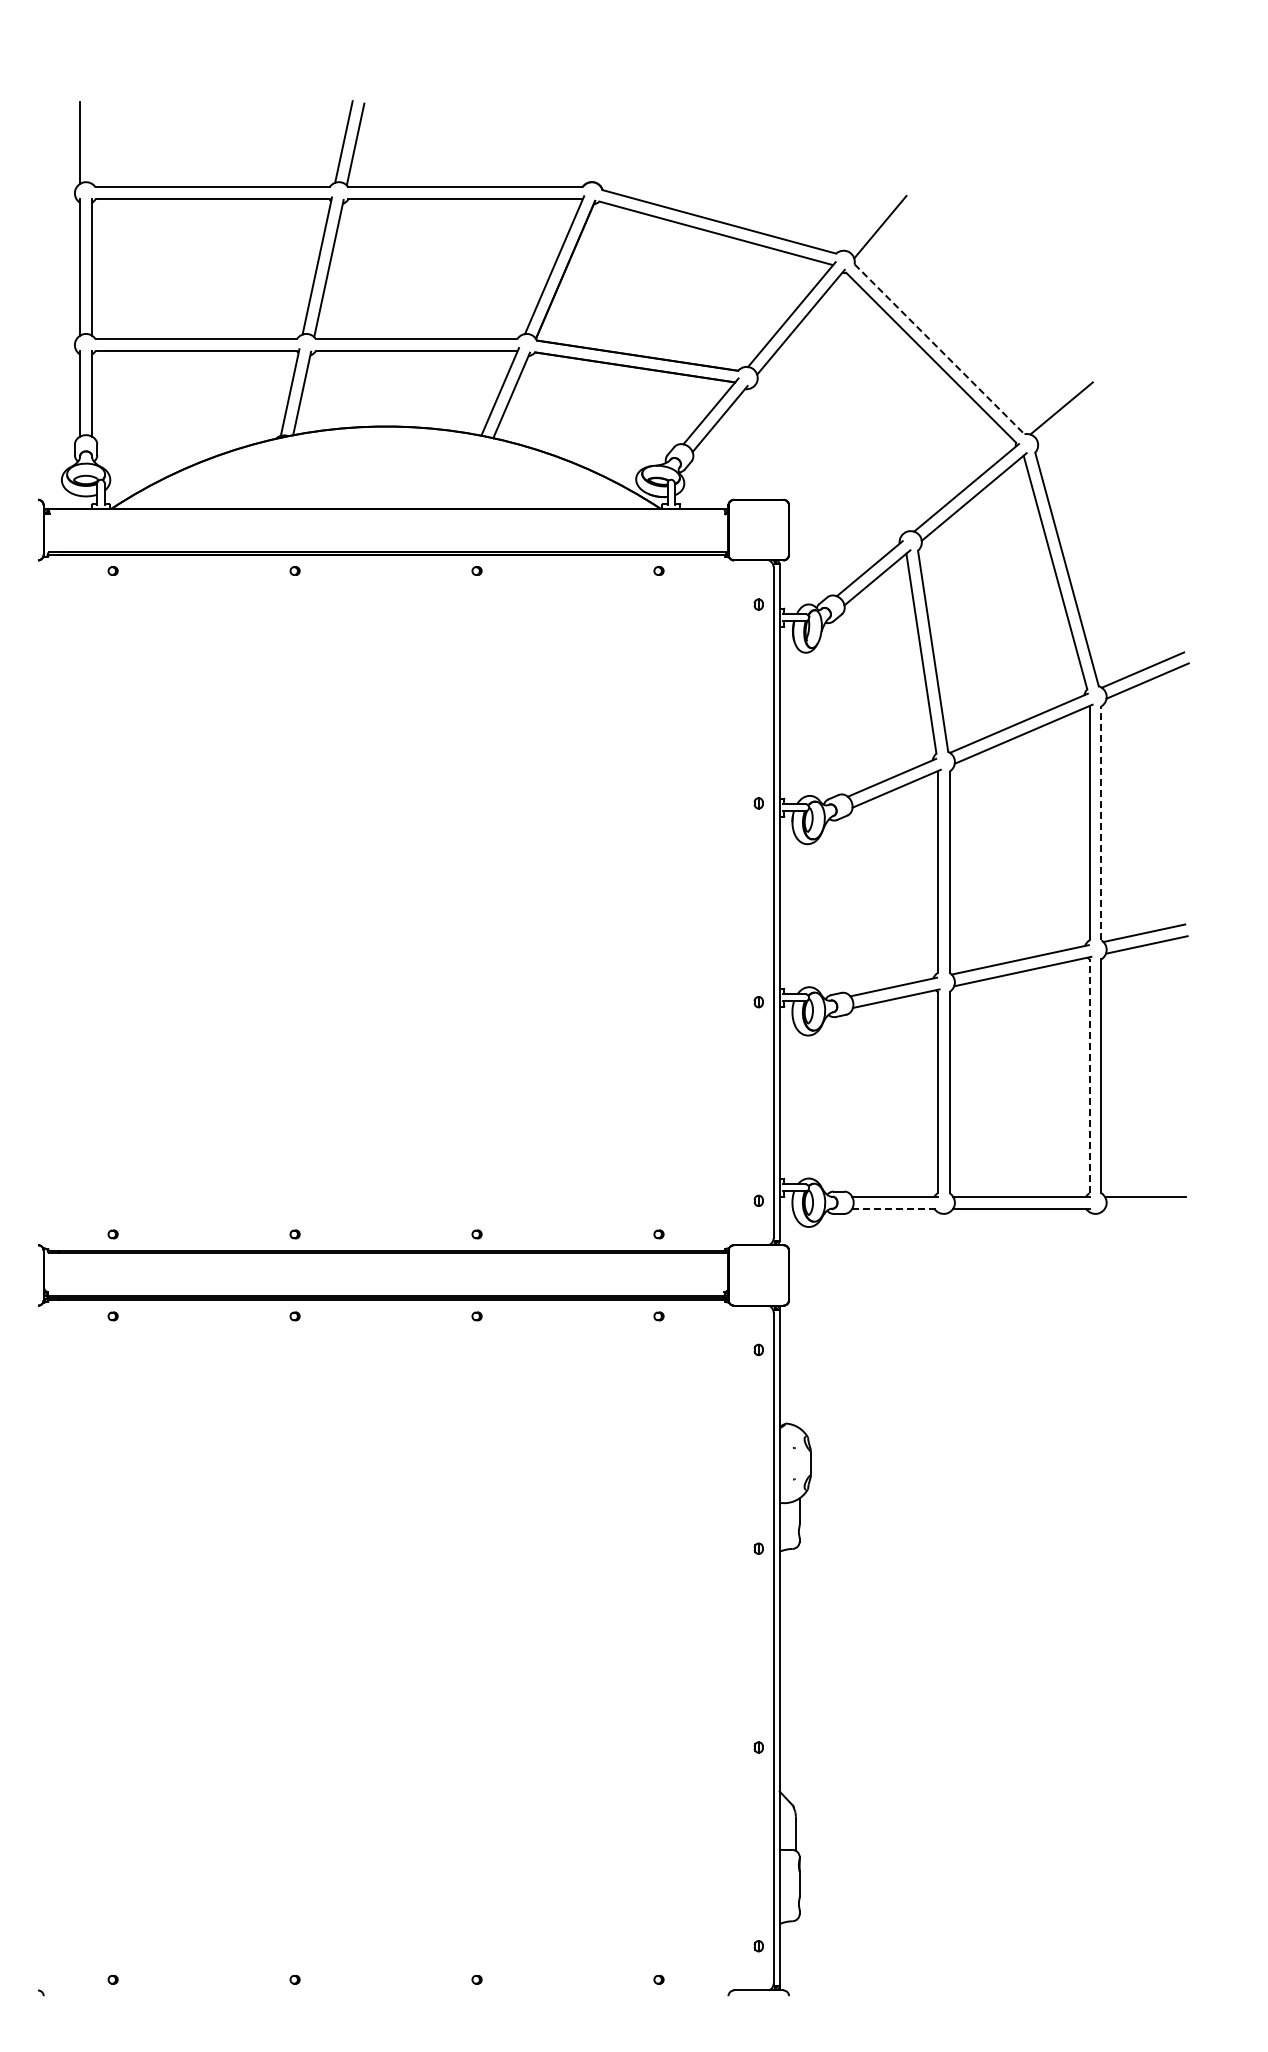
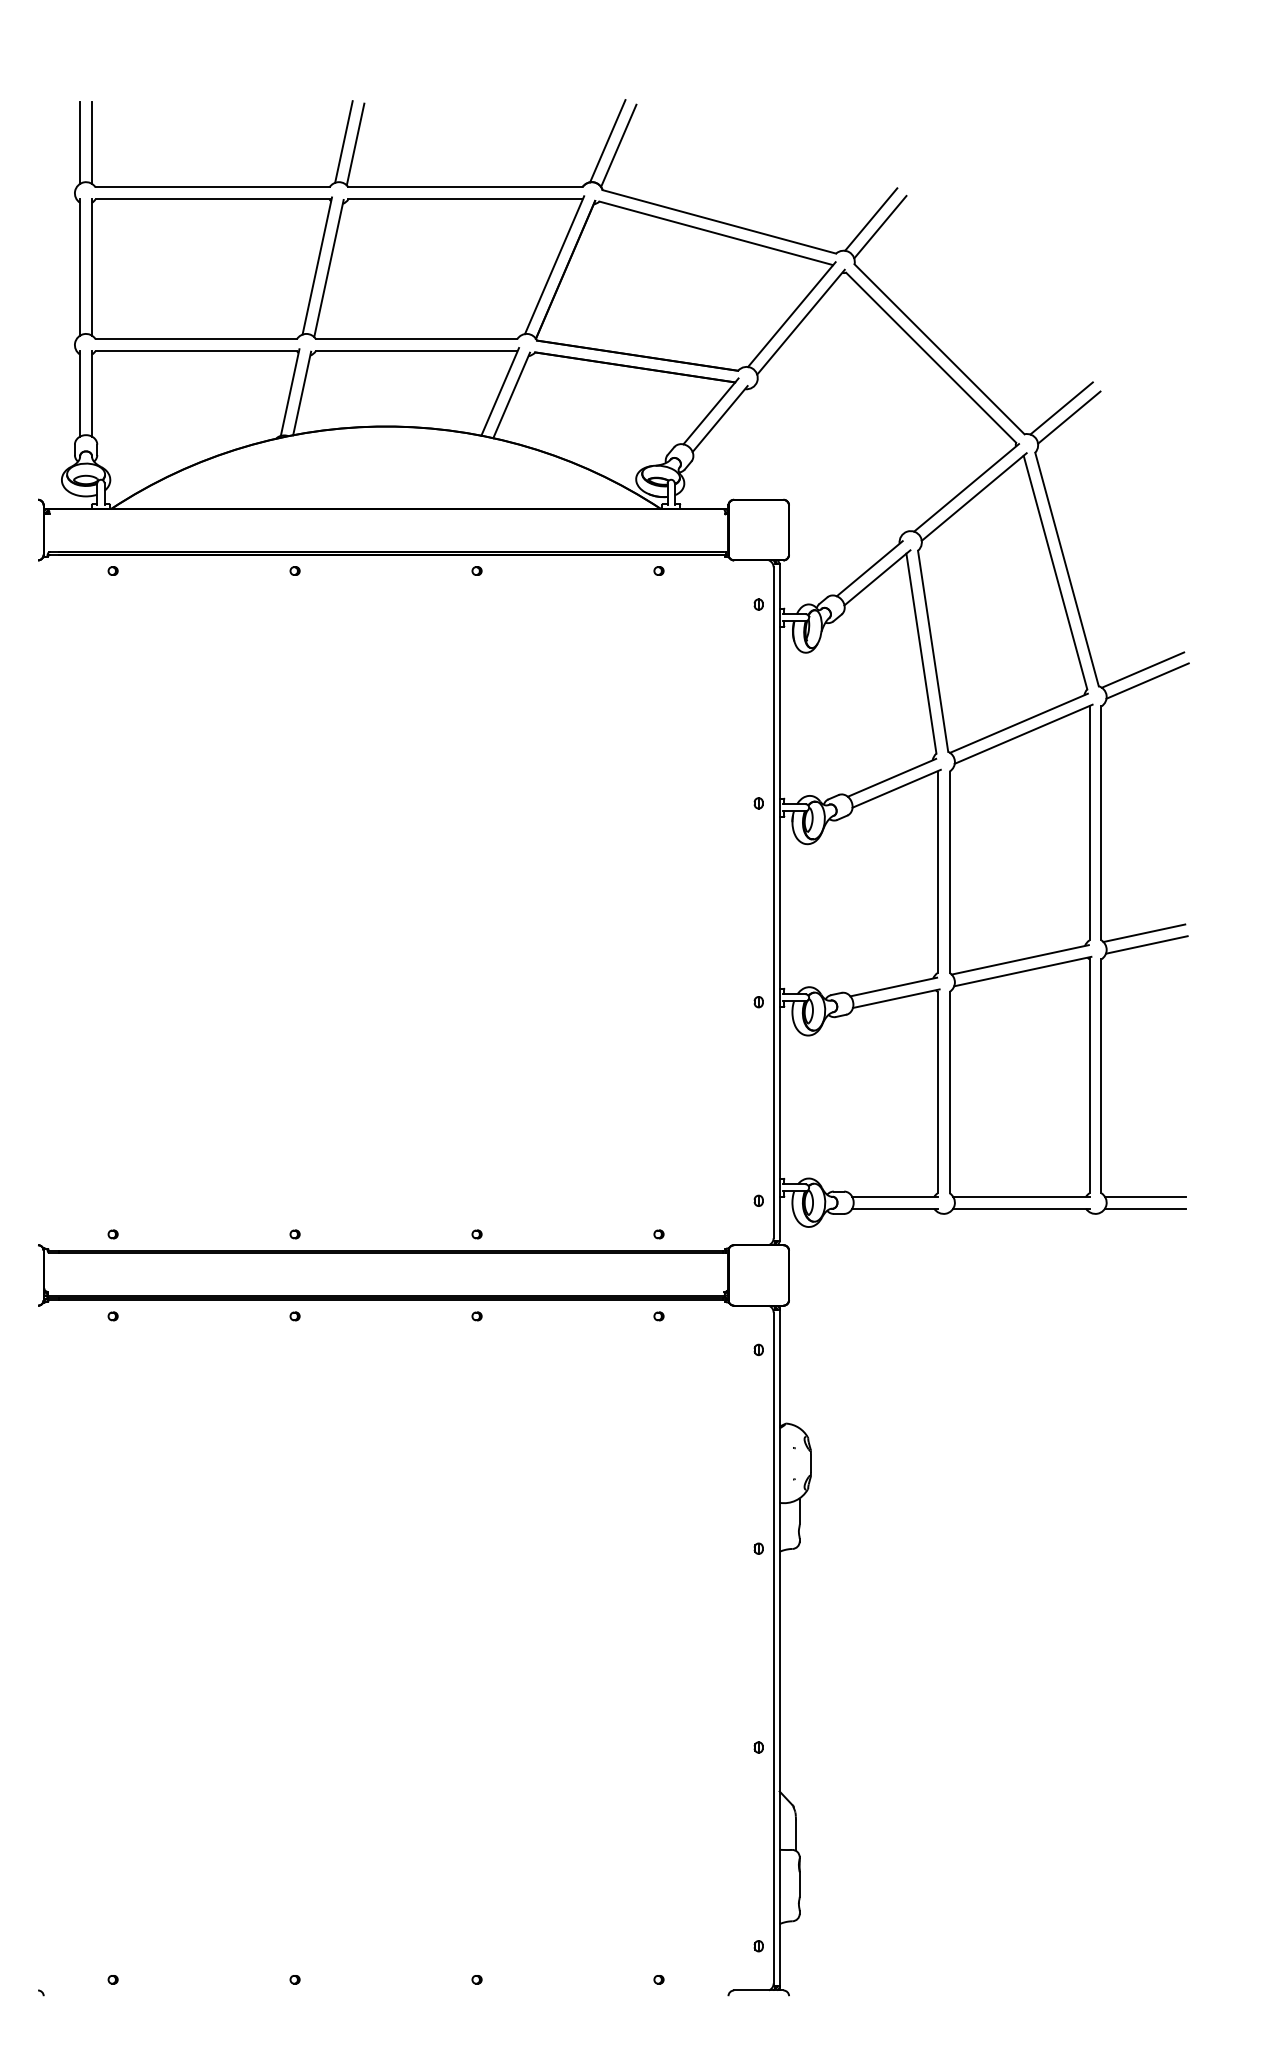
line at (607, 141): none -> present
line at (92, 142): none -> present
line at (618, 145): none -> present
line at (871, 219): none -> present
line at (939, 349): dashed -> solid
line at (1069, 417): none -> present
line at (1101, 823): dashed -> solid
line at (1089, 1076): dashed -> solid
line at (895, 1208): dashed -> solid
line at (1145, 1208): none -> present
